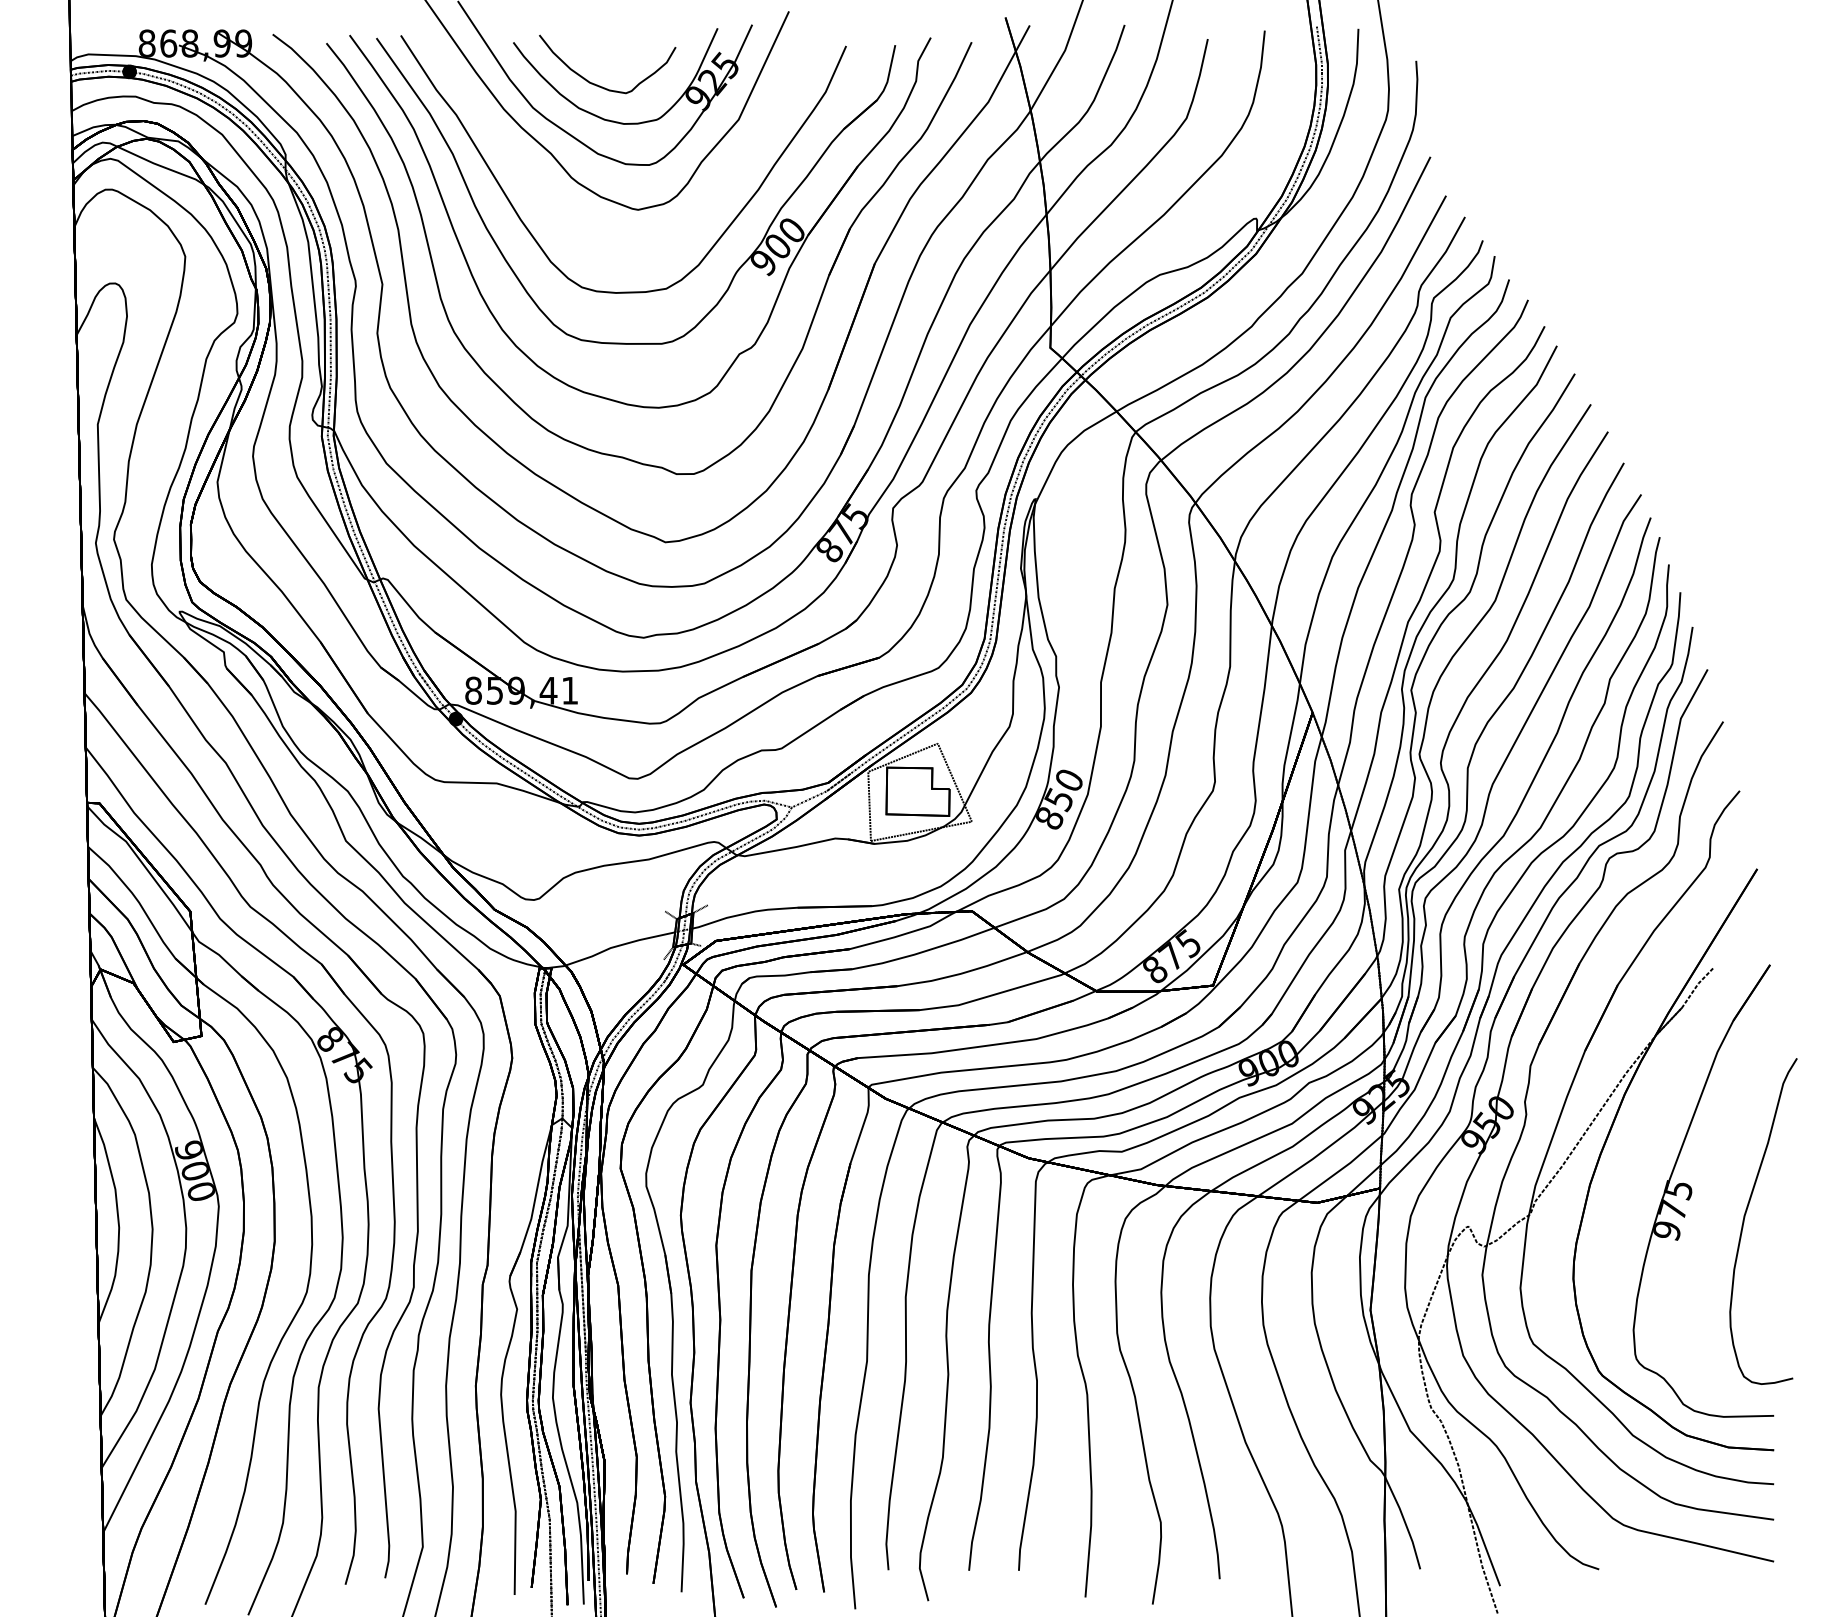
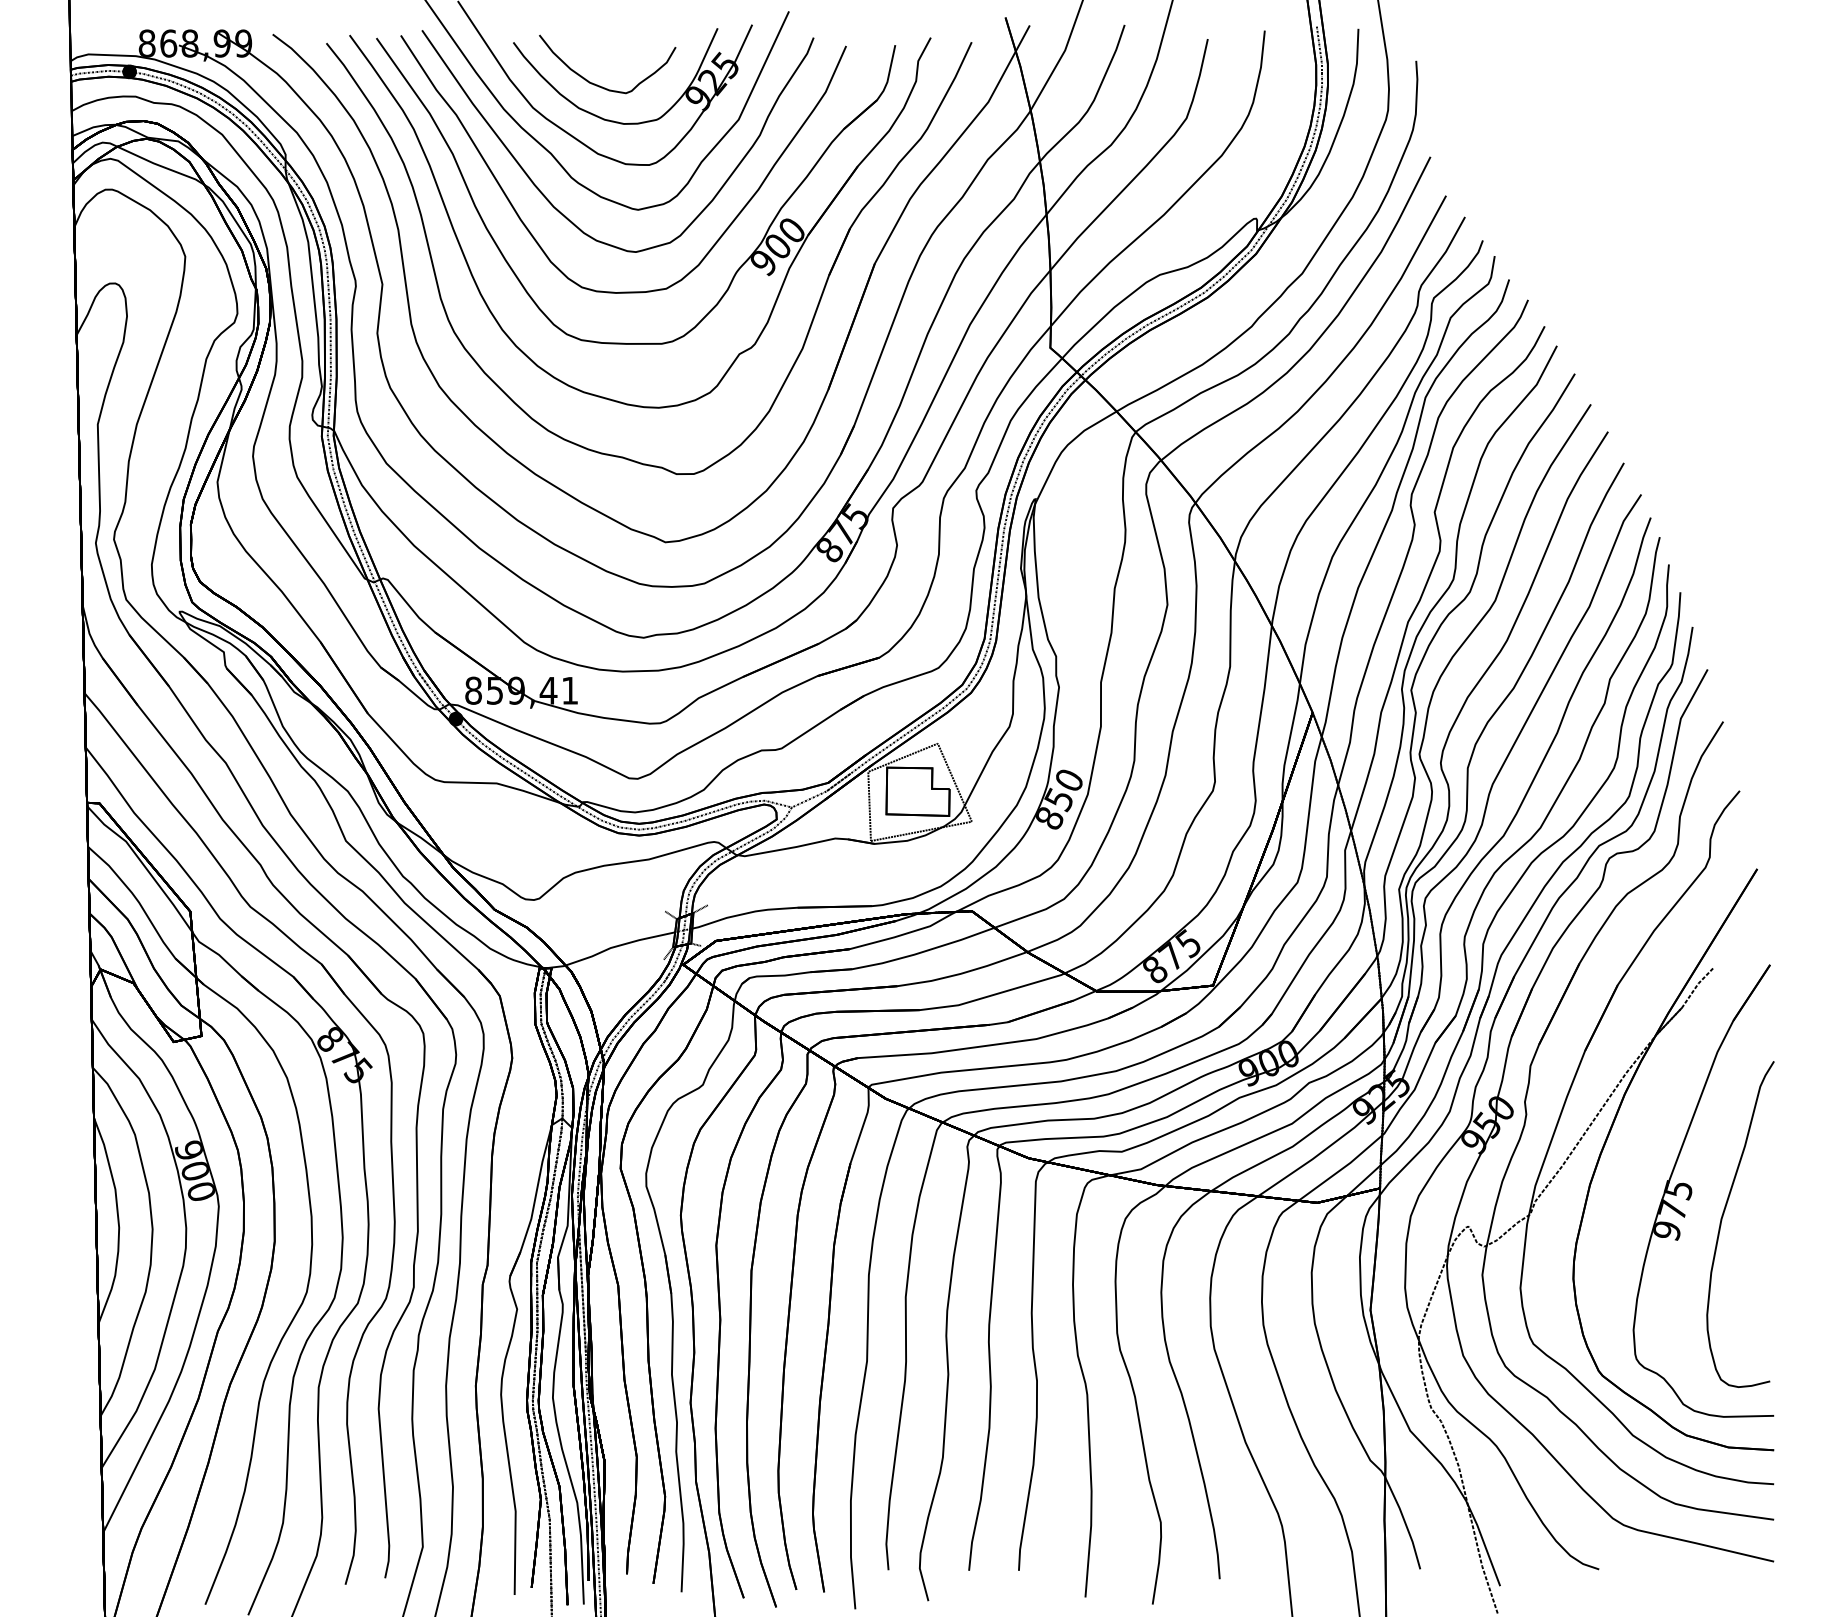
curve at (552, 203): none -> present
curve at (1745, 1217) position: (1745, 1217) -> (1722, 1220)
